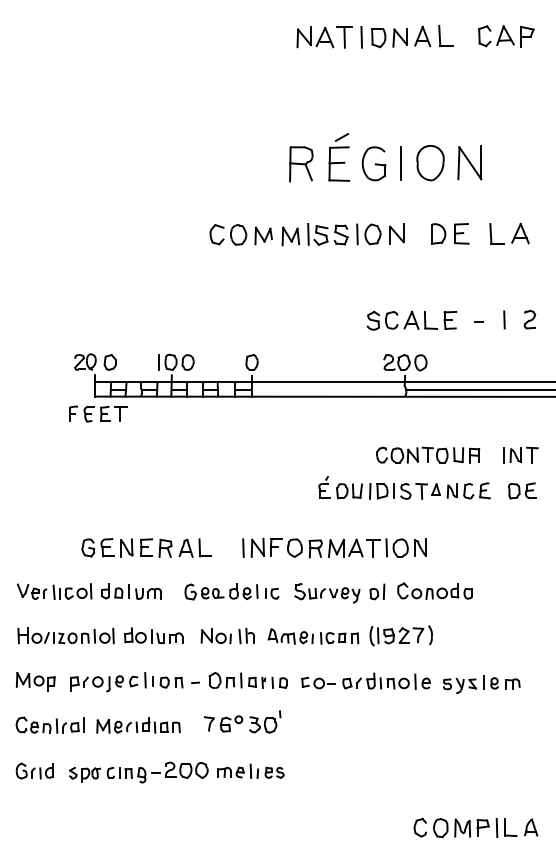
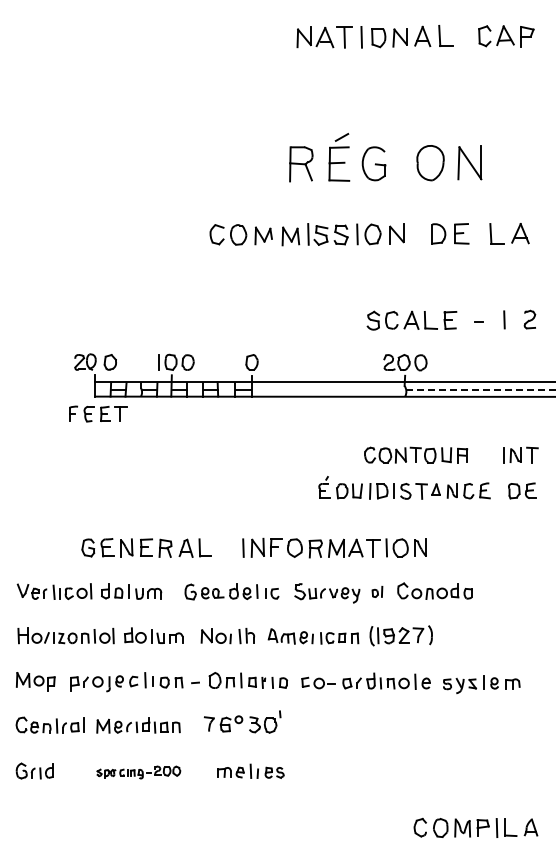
line at (400, 163): present -> none
line at (481, 390): solid -> dashed
part at (428, 454) position: (428, 454) -> (416, 454)
part at (377, 591) size: 17x18 px -> 13x12 px
part at (138, 772) size: 140x23 px -> 86x15 px
